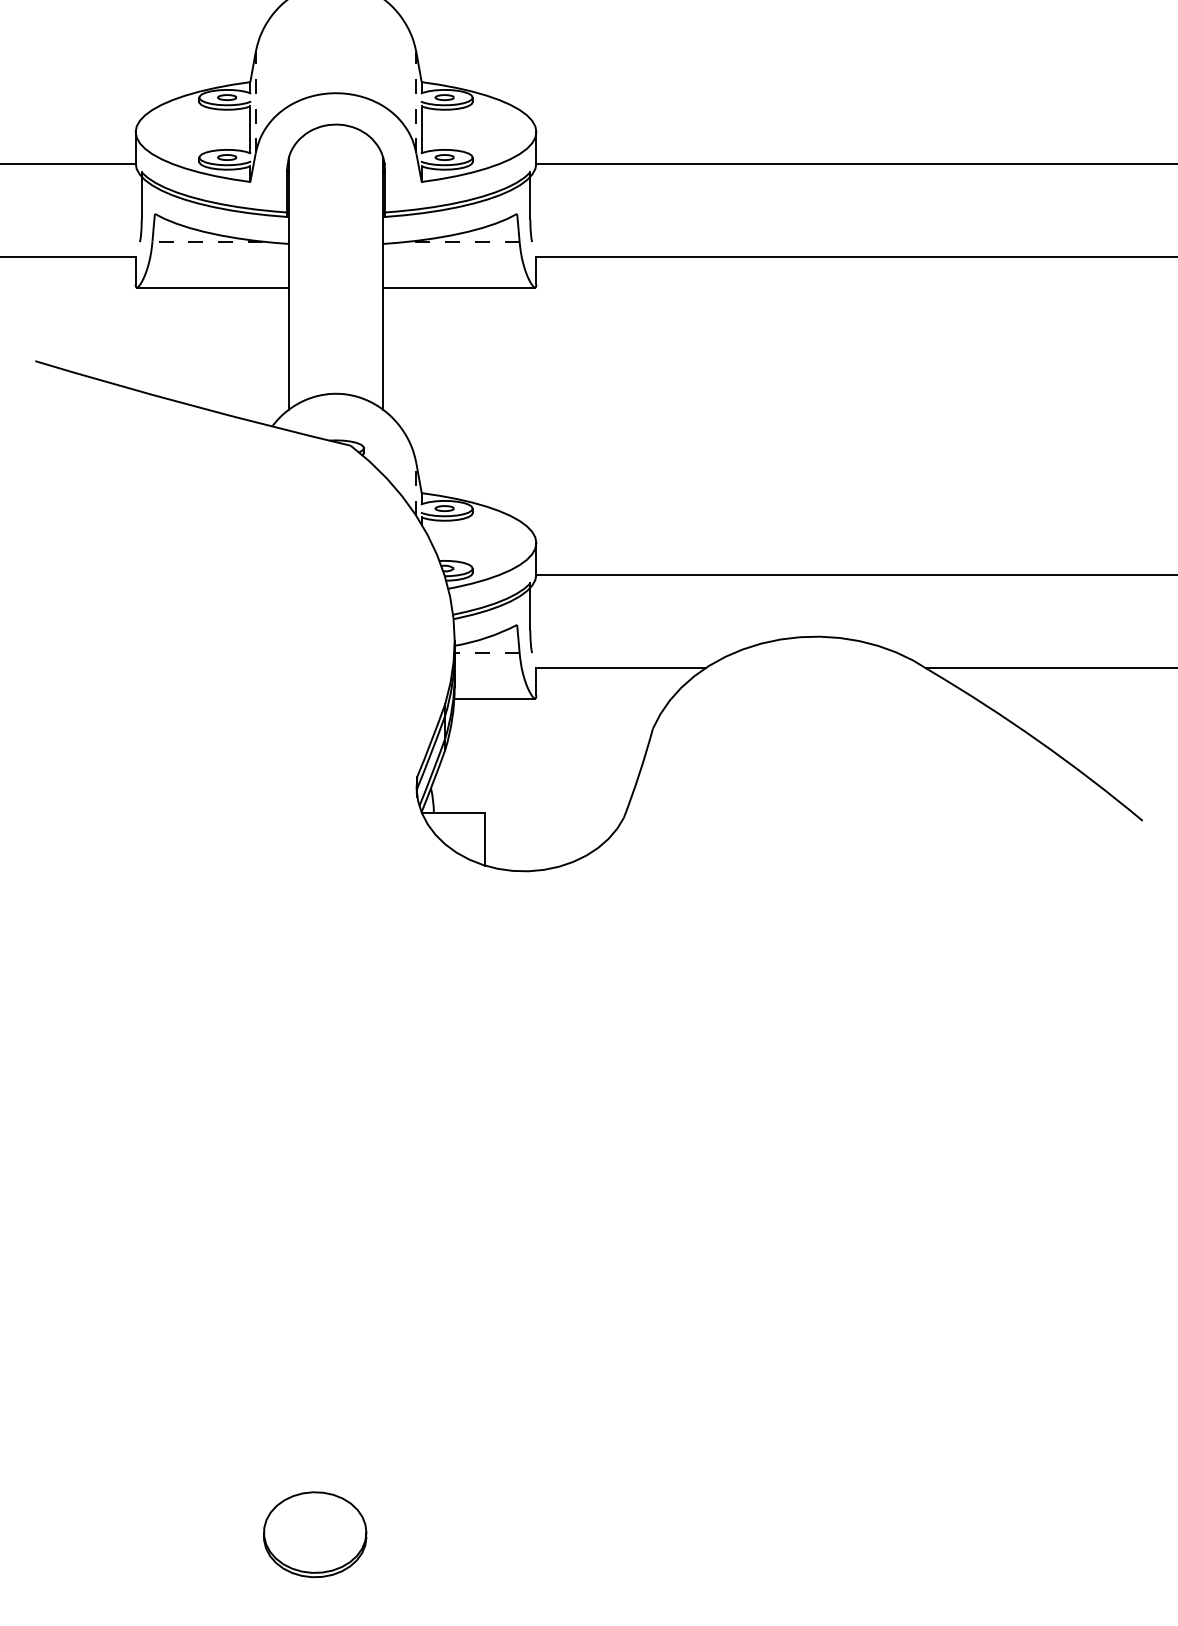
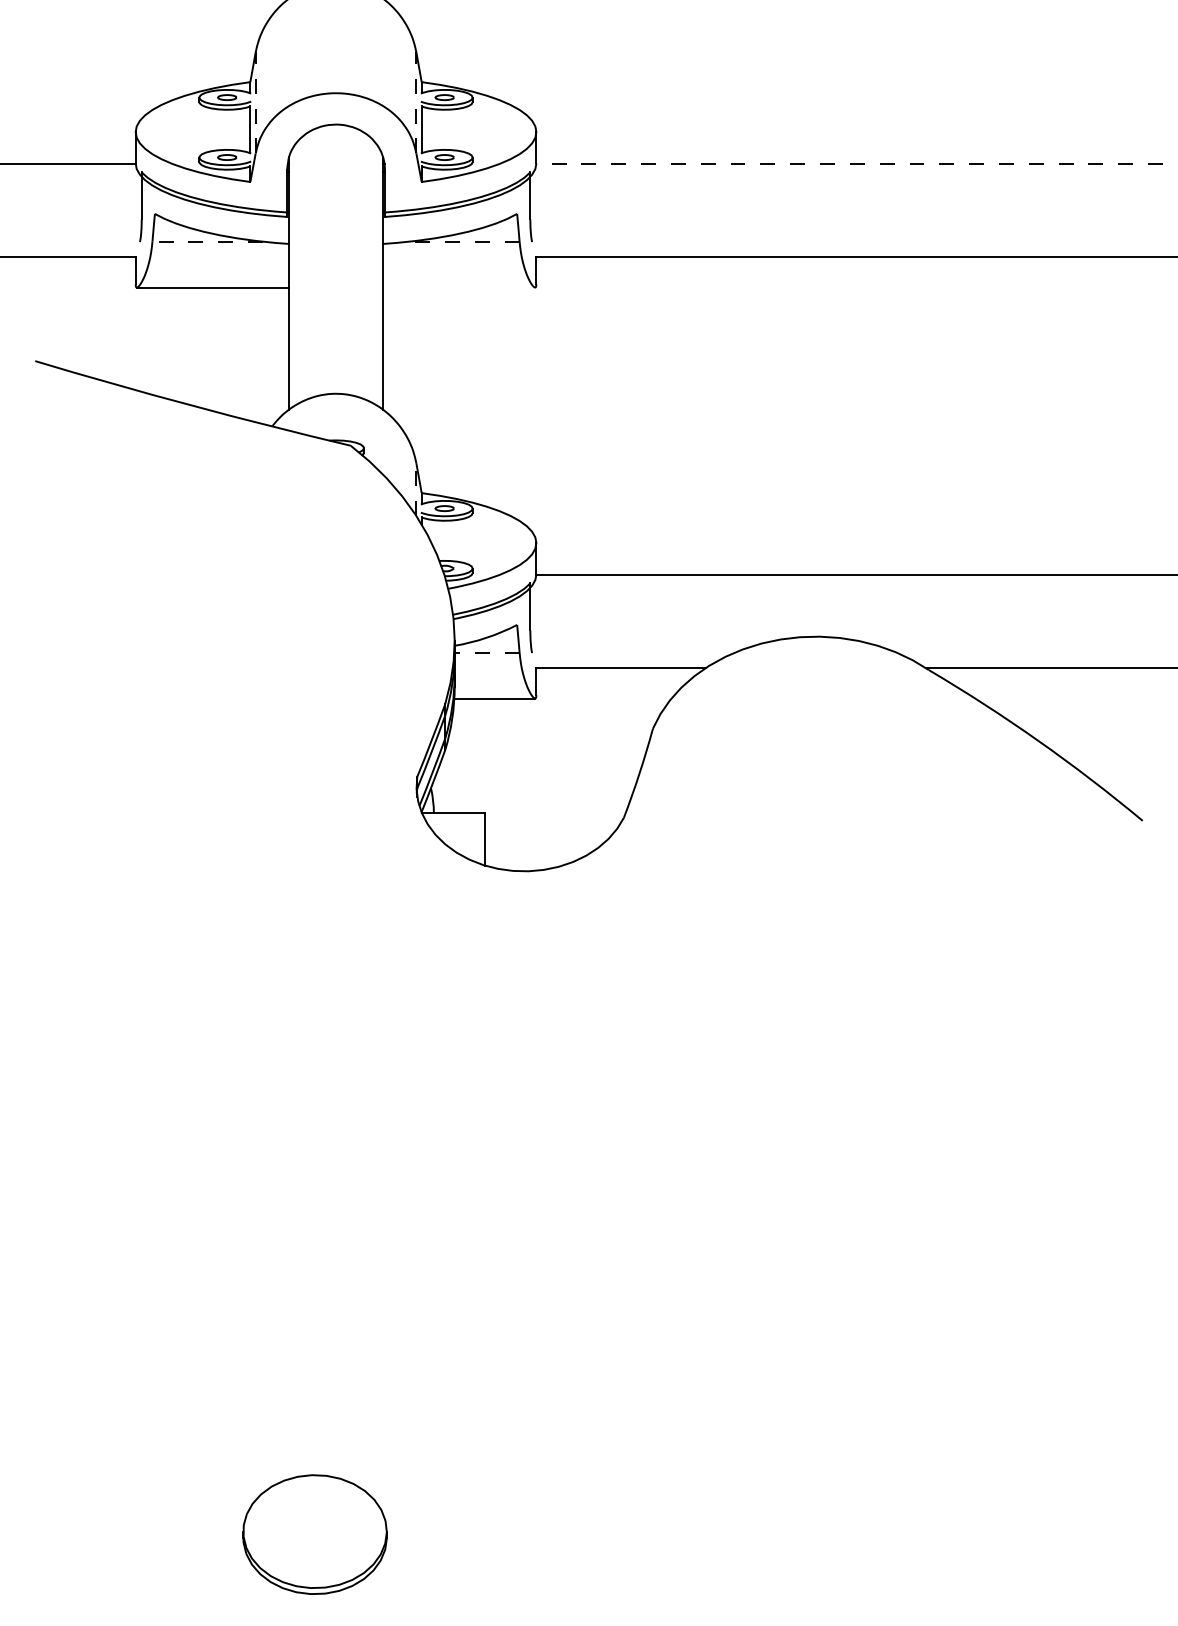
line at (856, 163): solid -> dashed
line at (458, 287): present -> none
part at (315, 1534) size: 105x88 px -> 146x121 px
